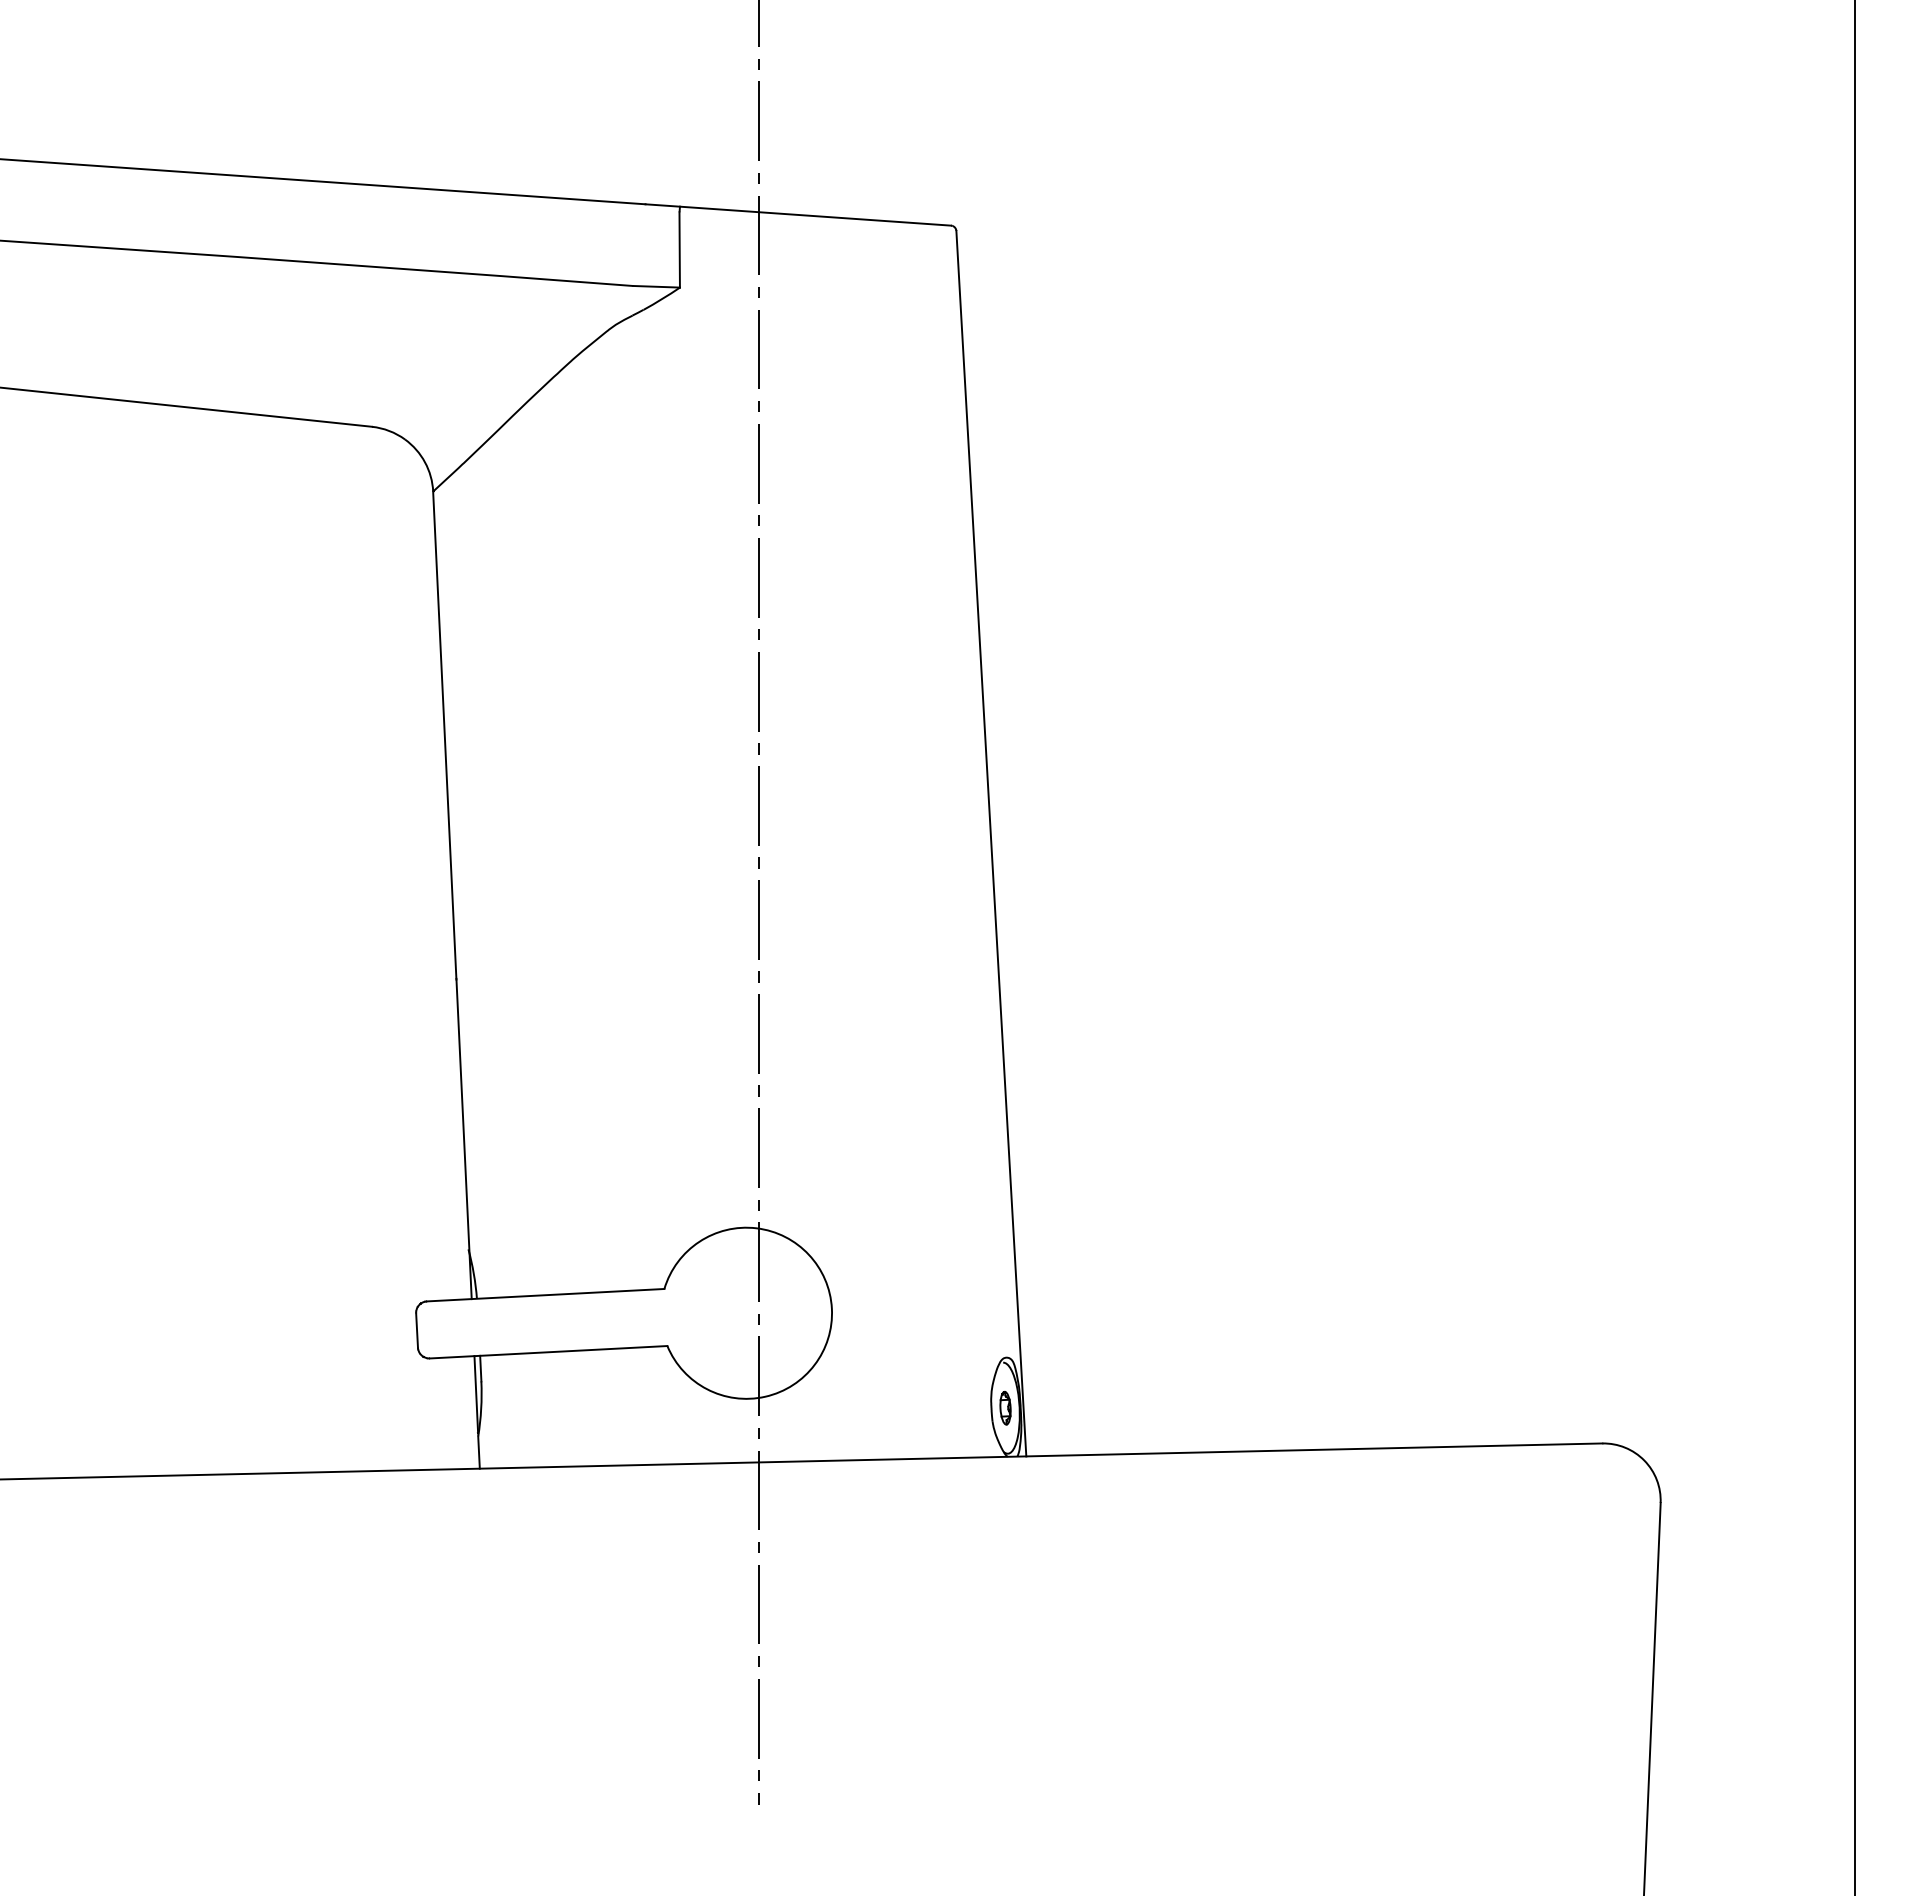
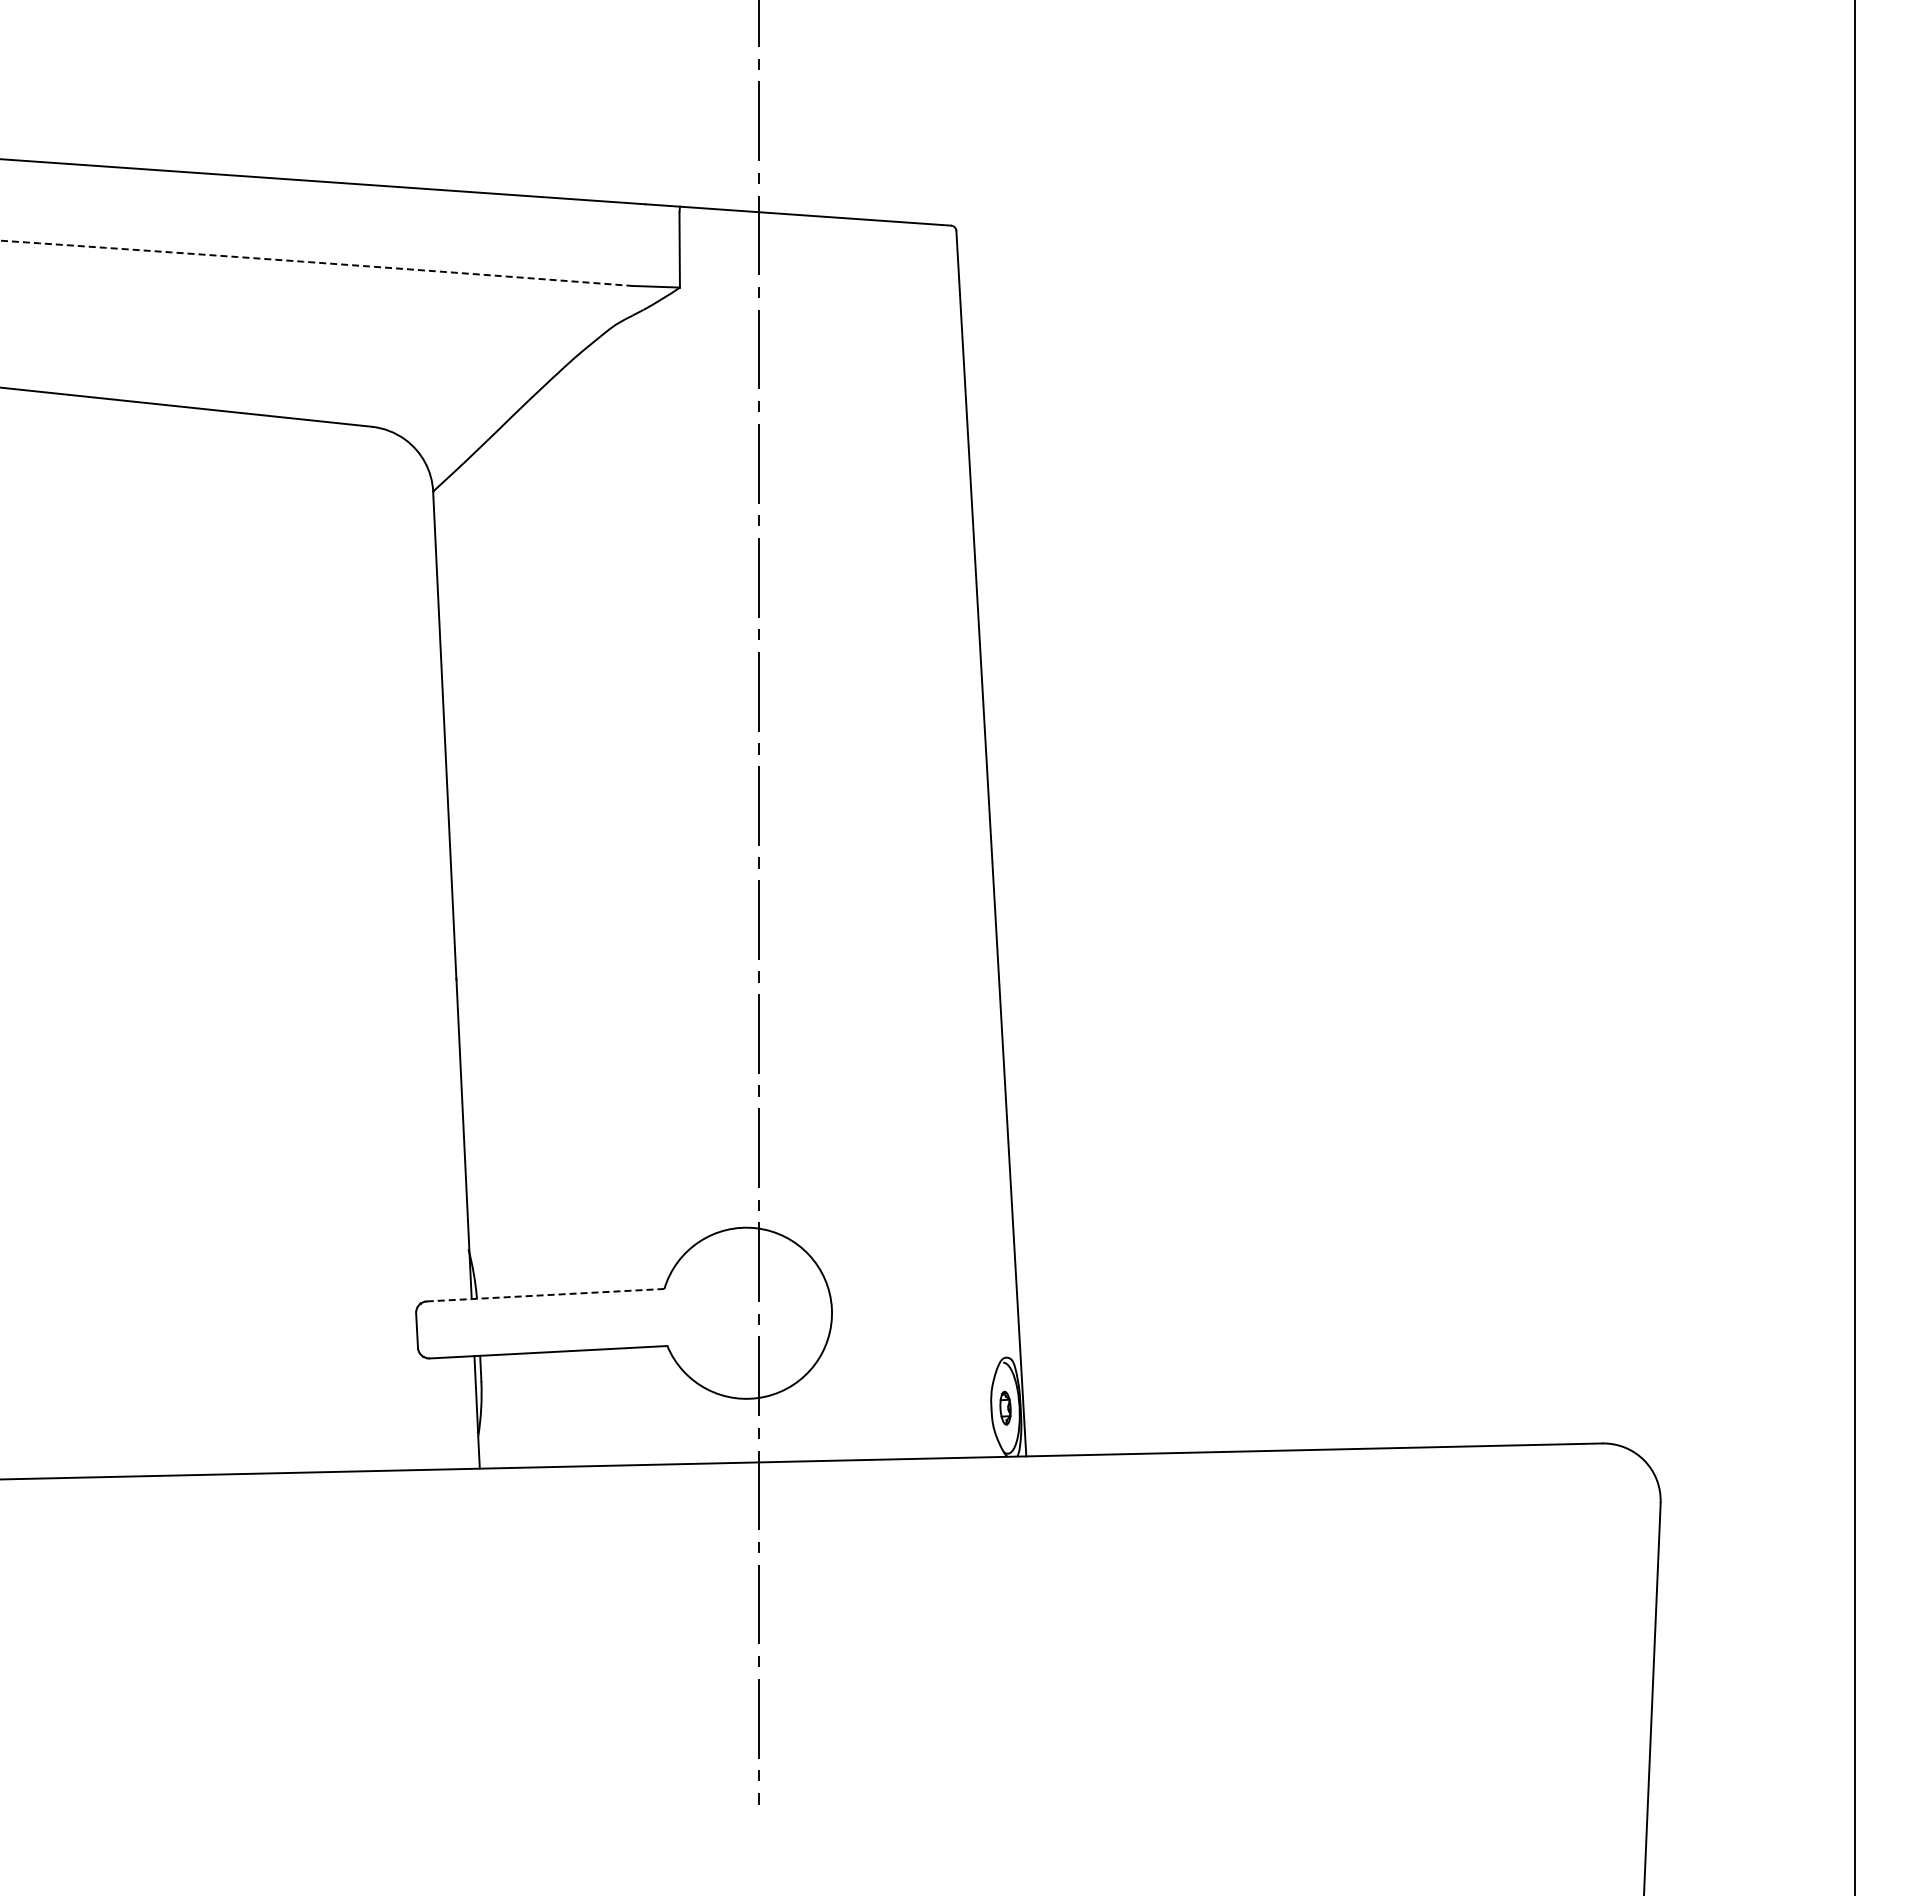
arc at (316, 262): solid -> dashed
line at (545, 1295): solid -> dashed
